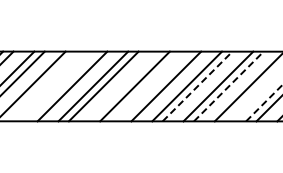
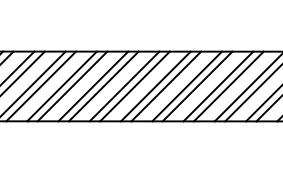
line at (41, 86): none -> present
line at (61, 86): none -> present
line at (124, 86): none -> present
line at (155, 86): none -> present
line at (197, 86): dashed -> solid
line at (229, 86): dashed -> solid
line at (252, 94): none -> present
line at (264, 103): dashed -> solid
